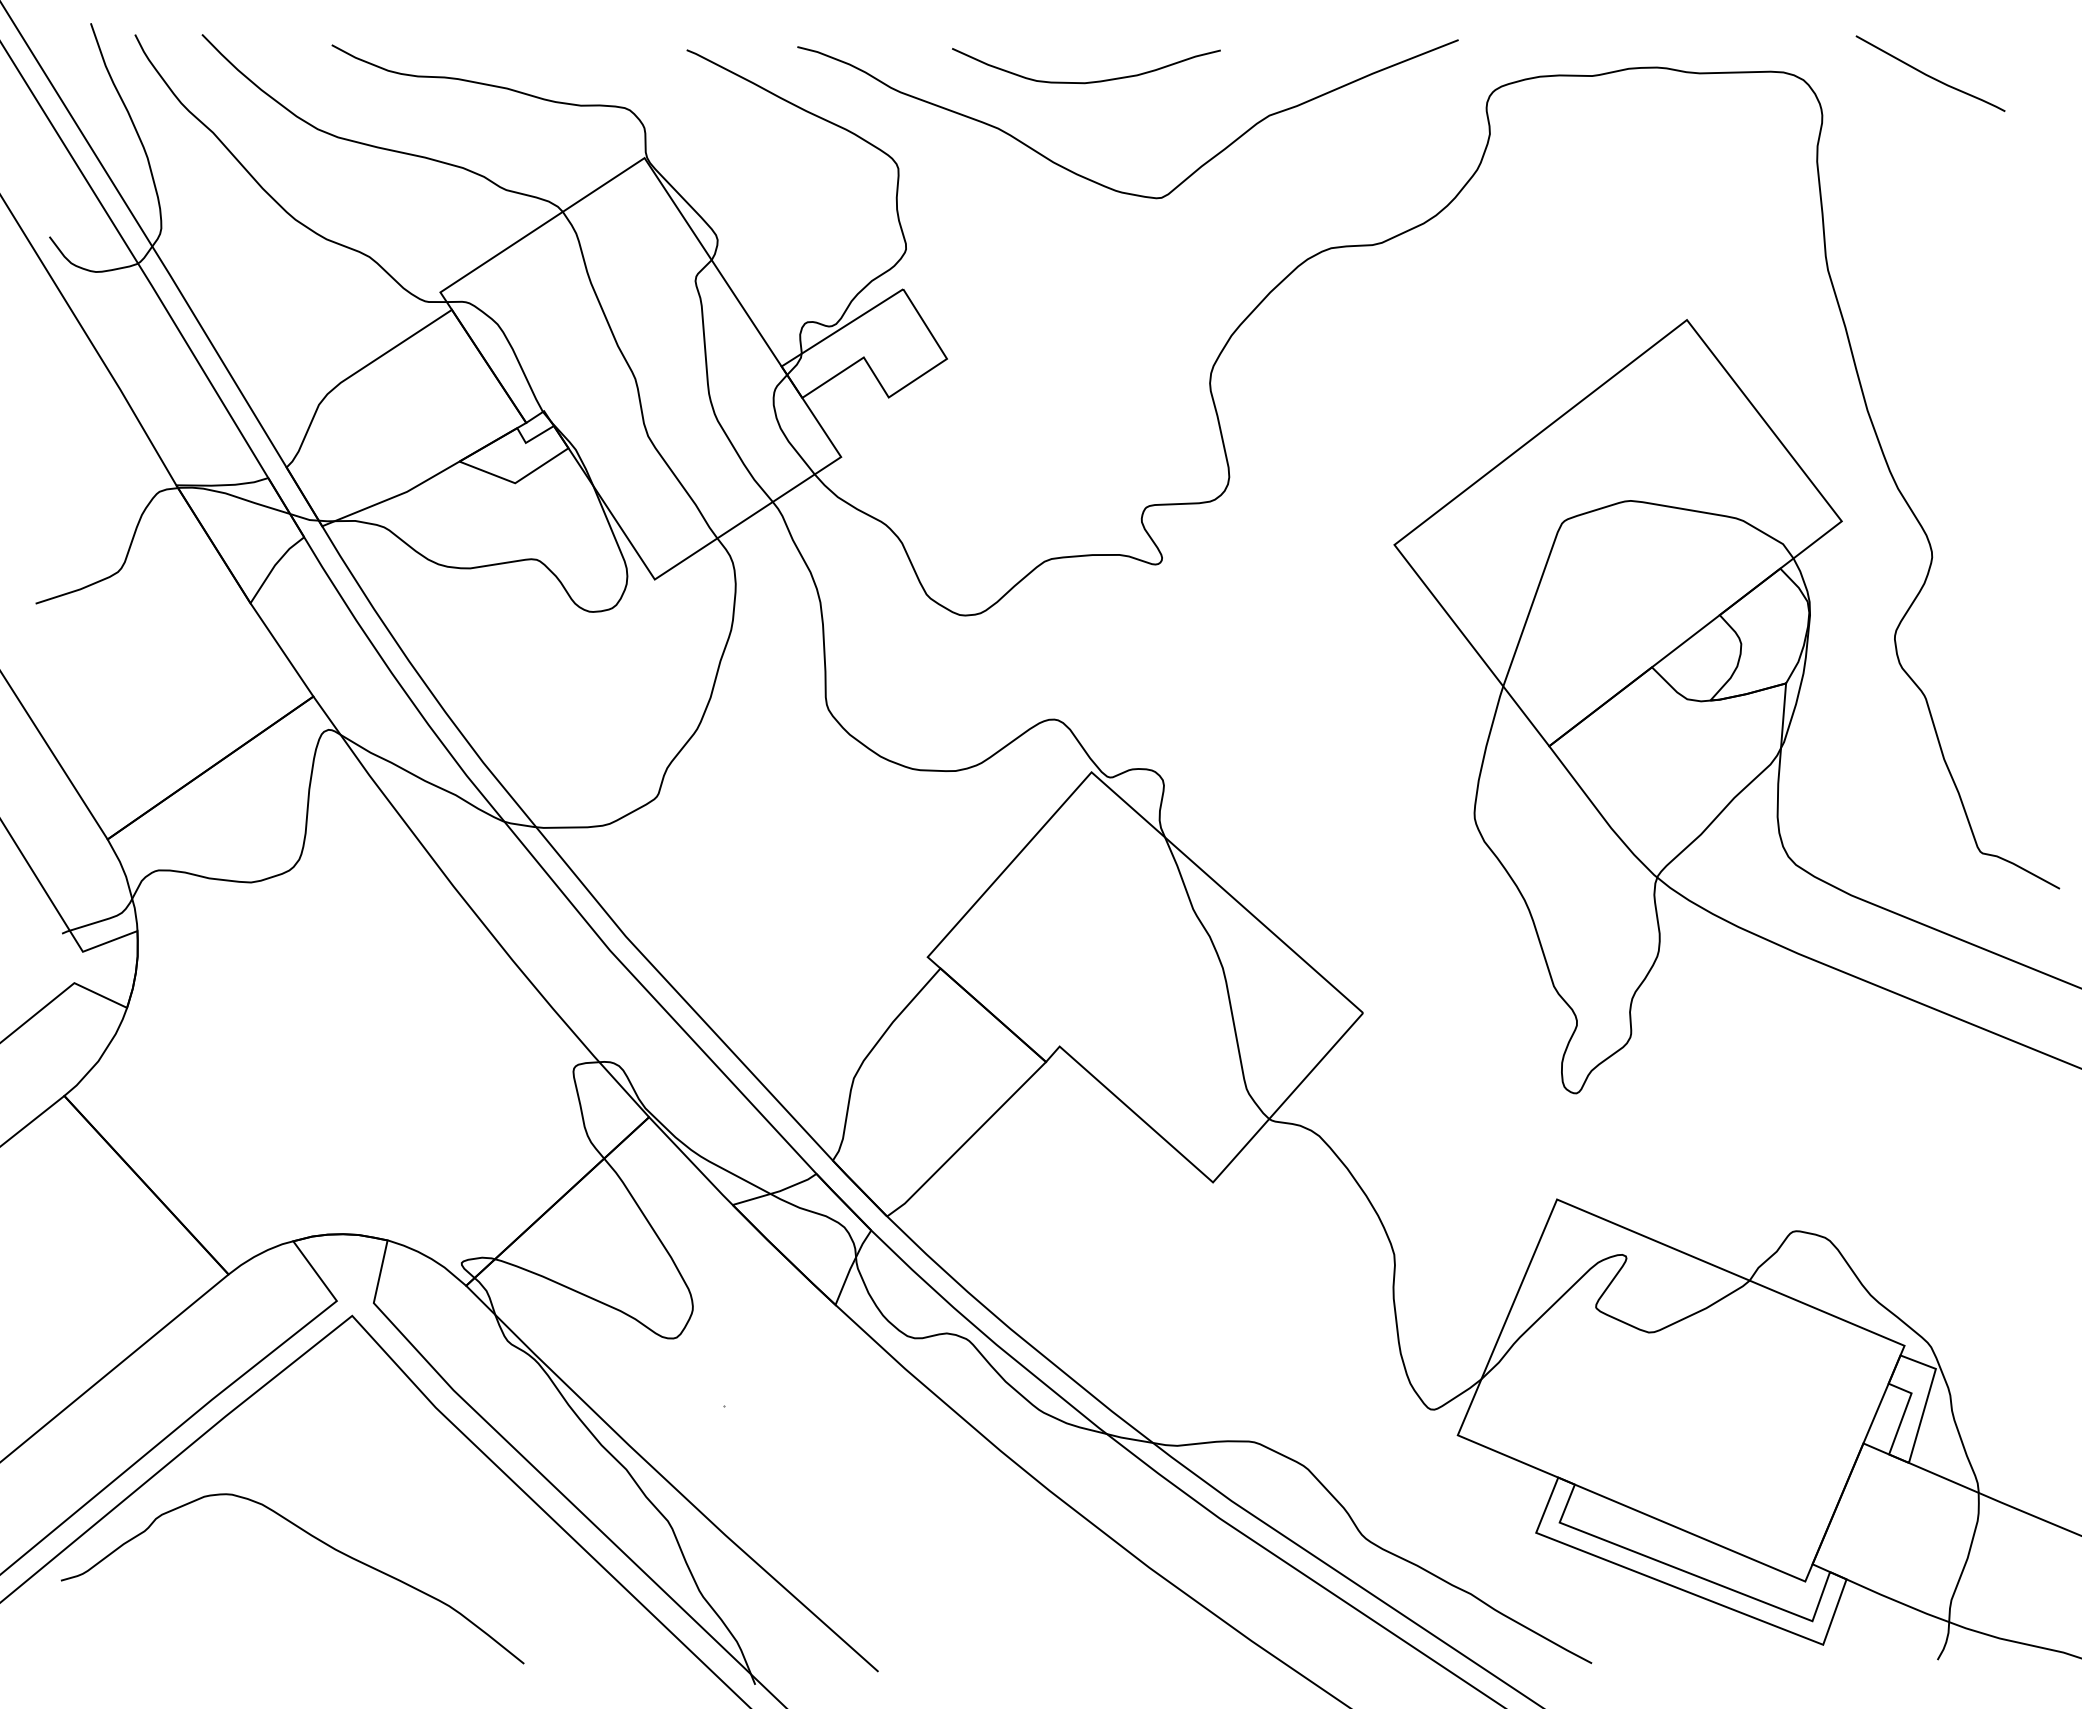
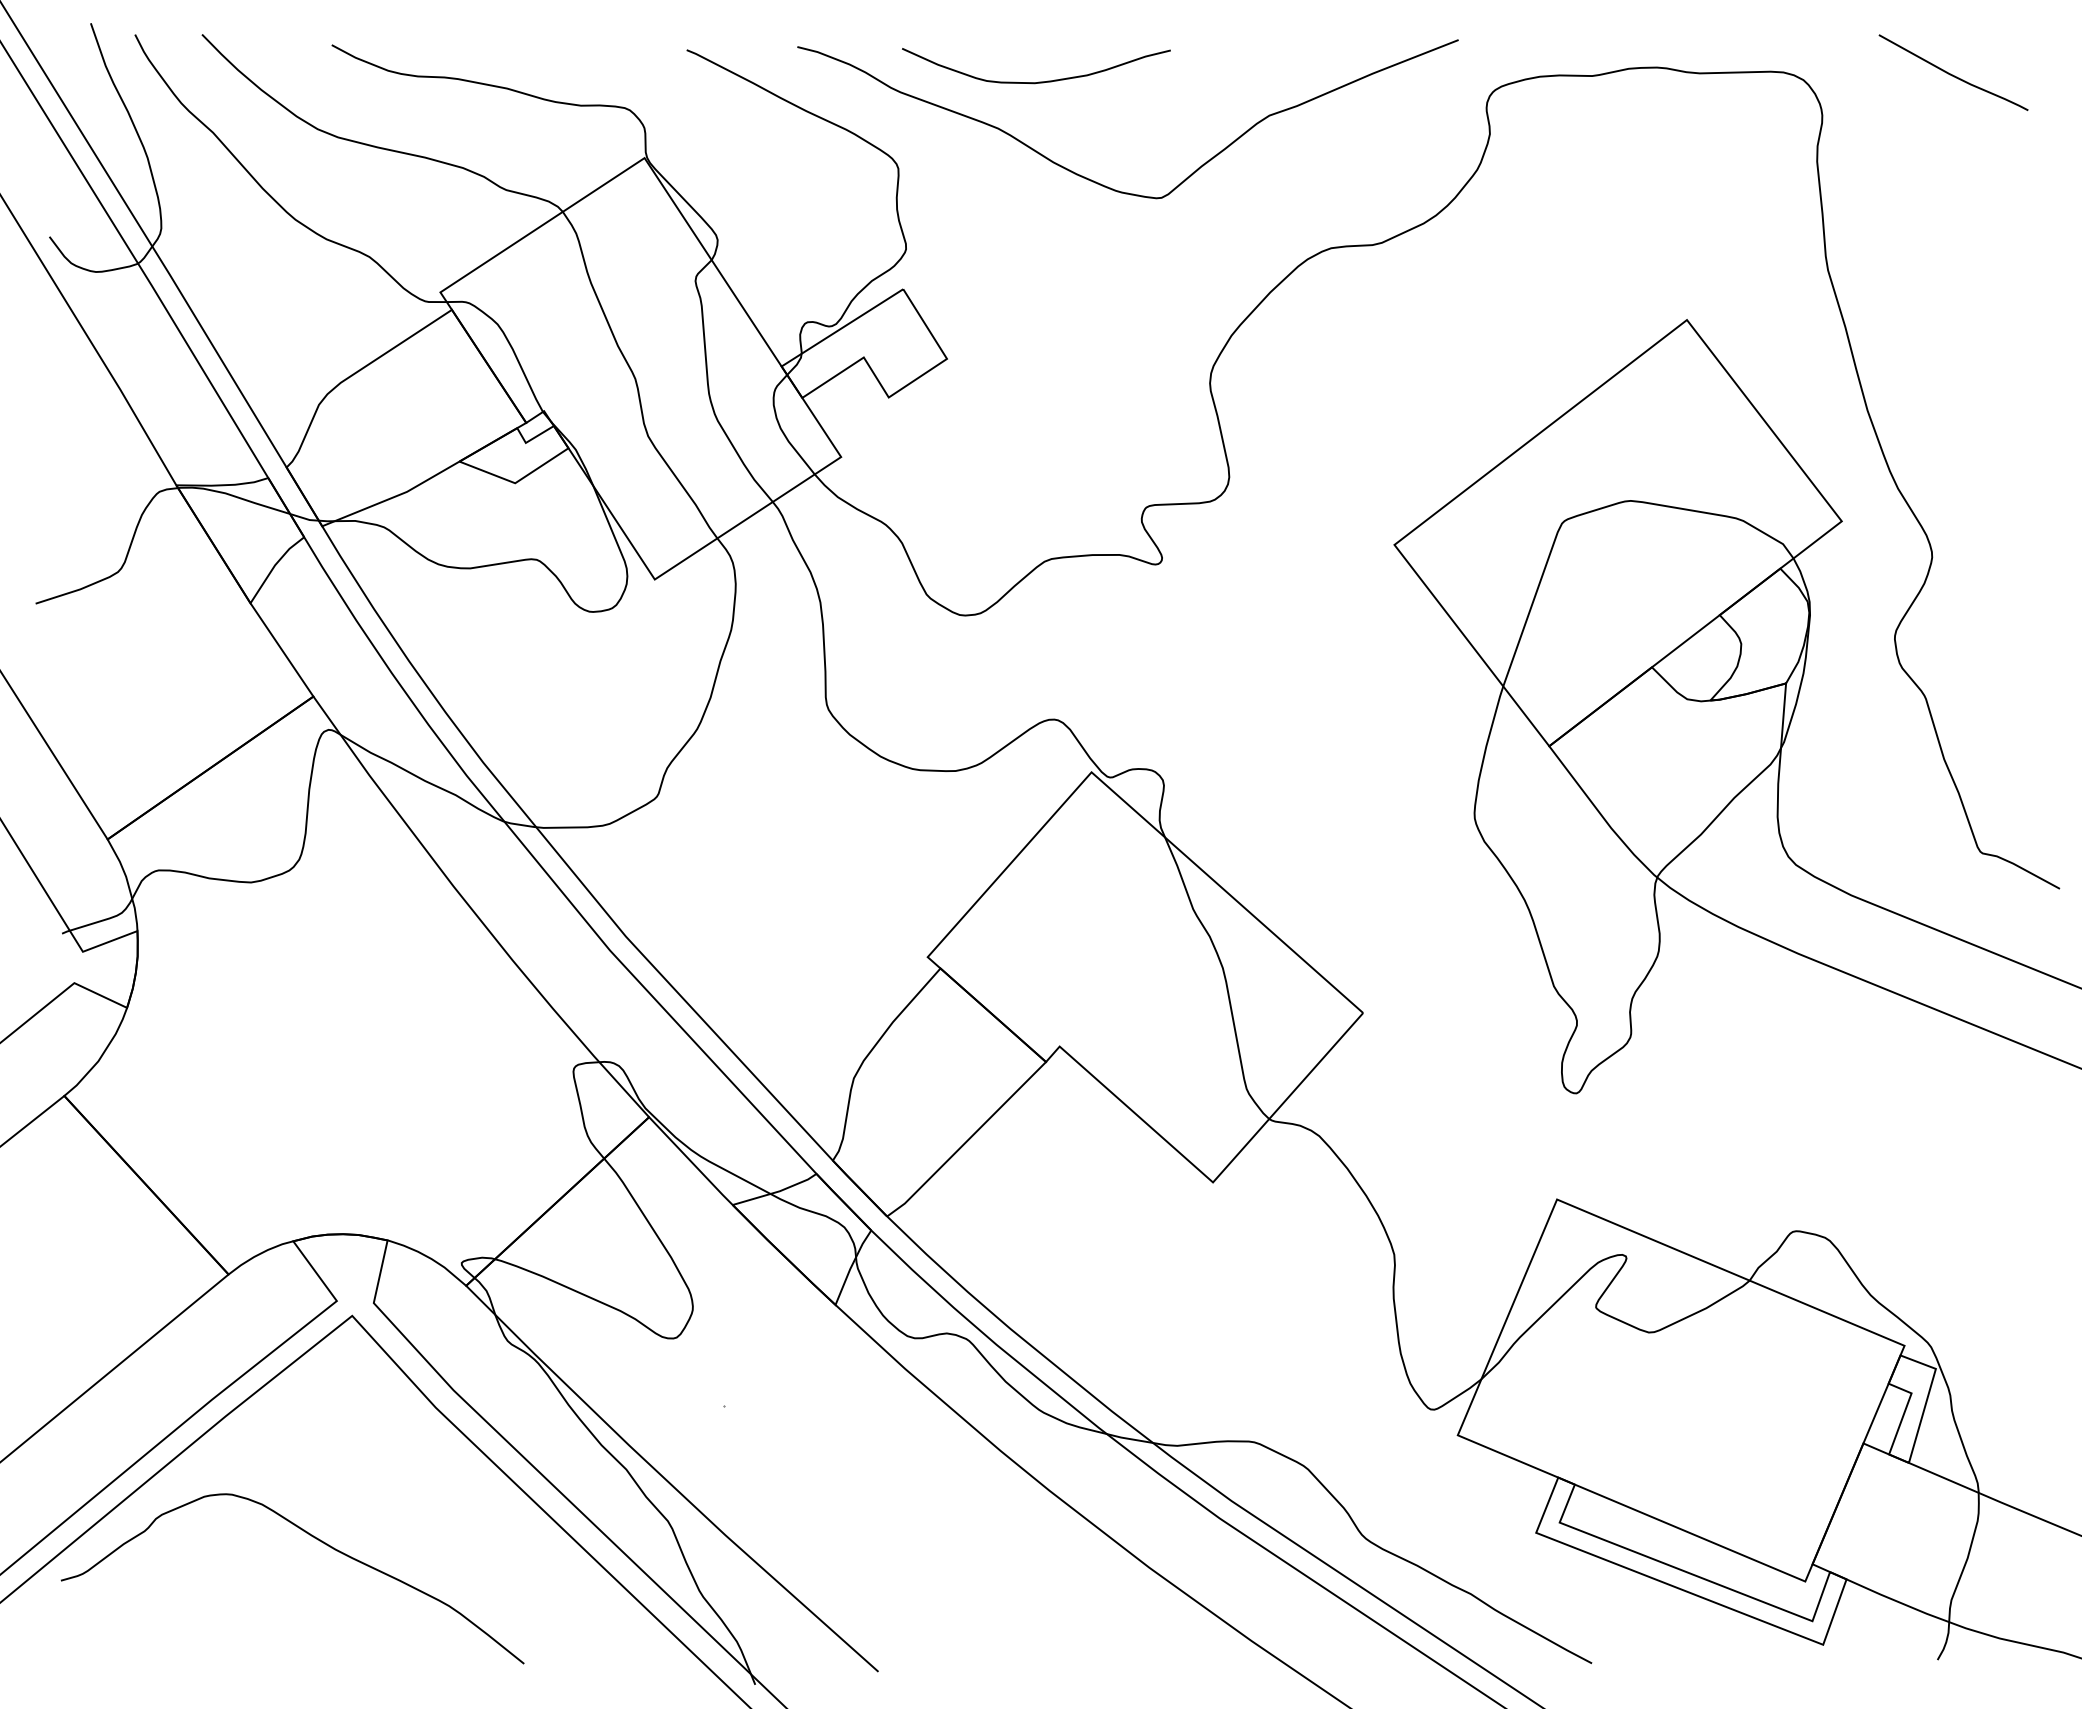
curve at (1929, 75) position: (1929, 75) -> (1952, 74)
curve at (1088, 81) position: (1088, 81) -> (1038, 81)
